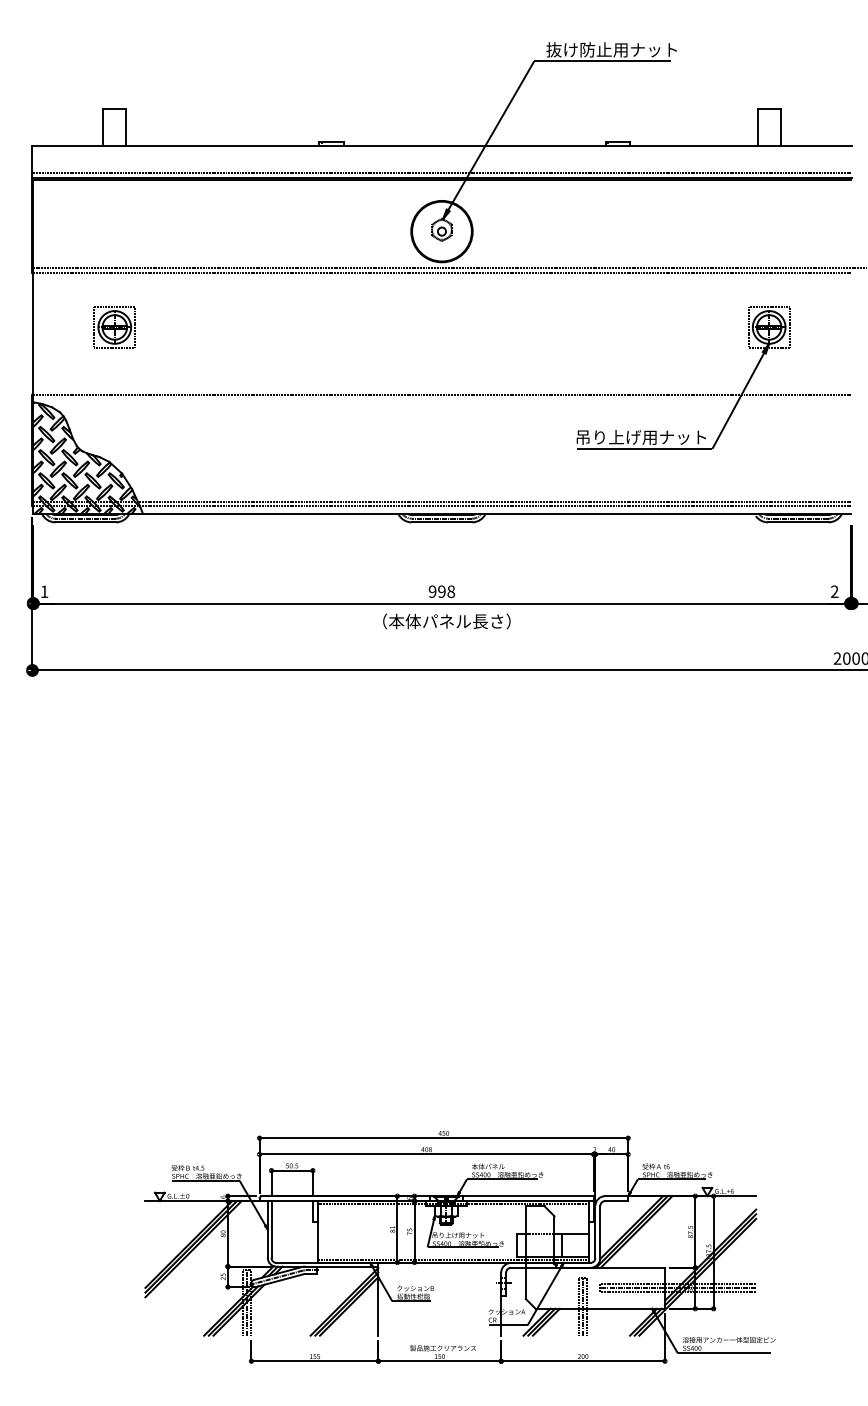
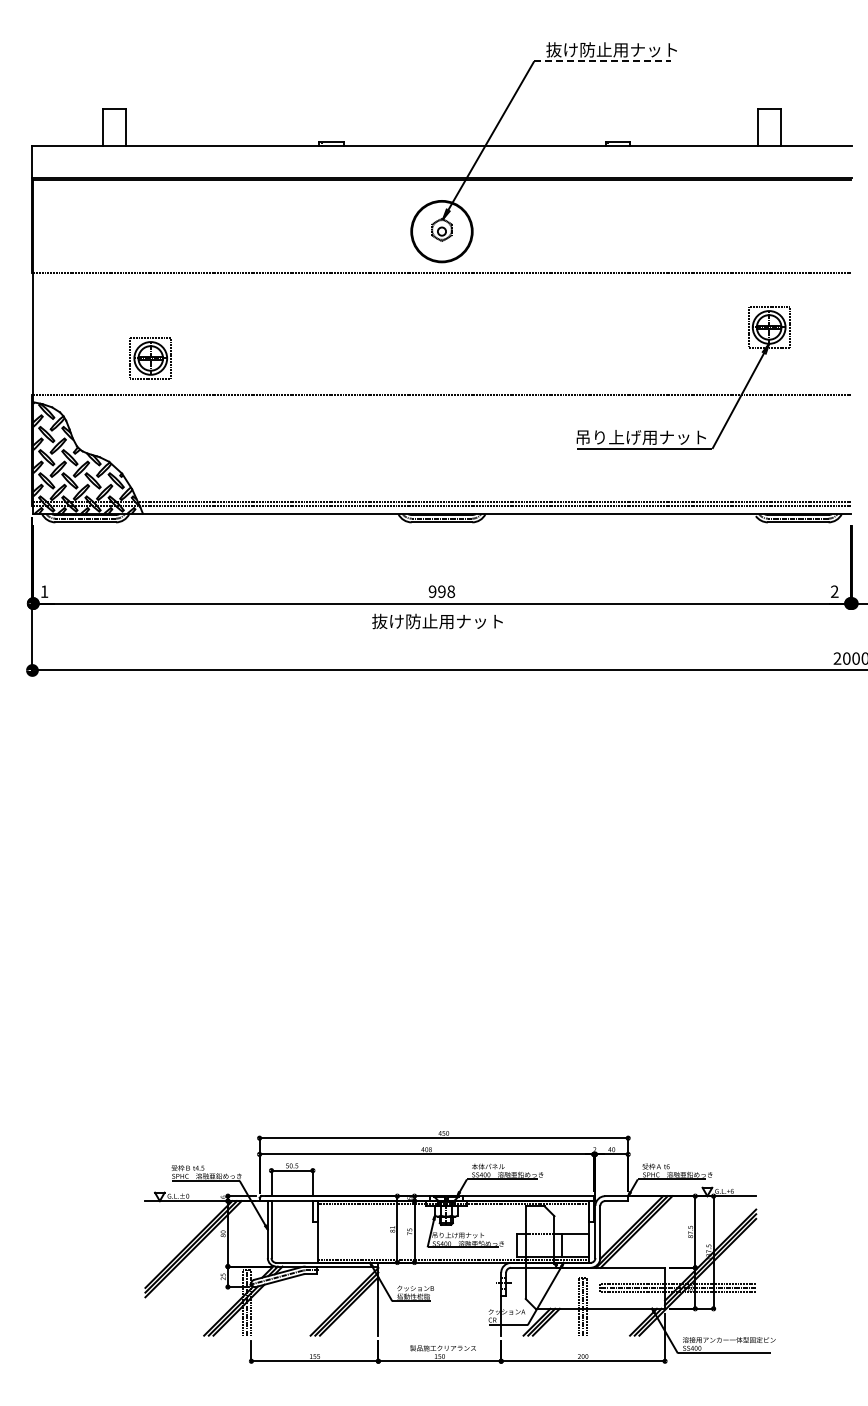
line at (603, 61): solid -> dashed
line at (441, 173): present -> none
line at (448, 267): present -> none
part at (114, 327) position: (114, 327) -> (150, 358)
text at (441, 621): （本体パネル長さ） -> 抜け防止用ナット
